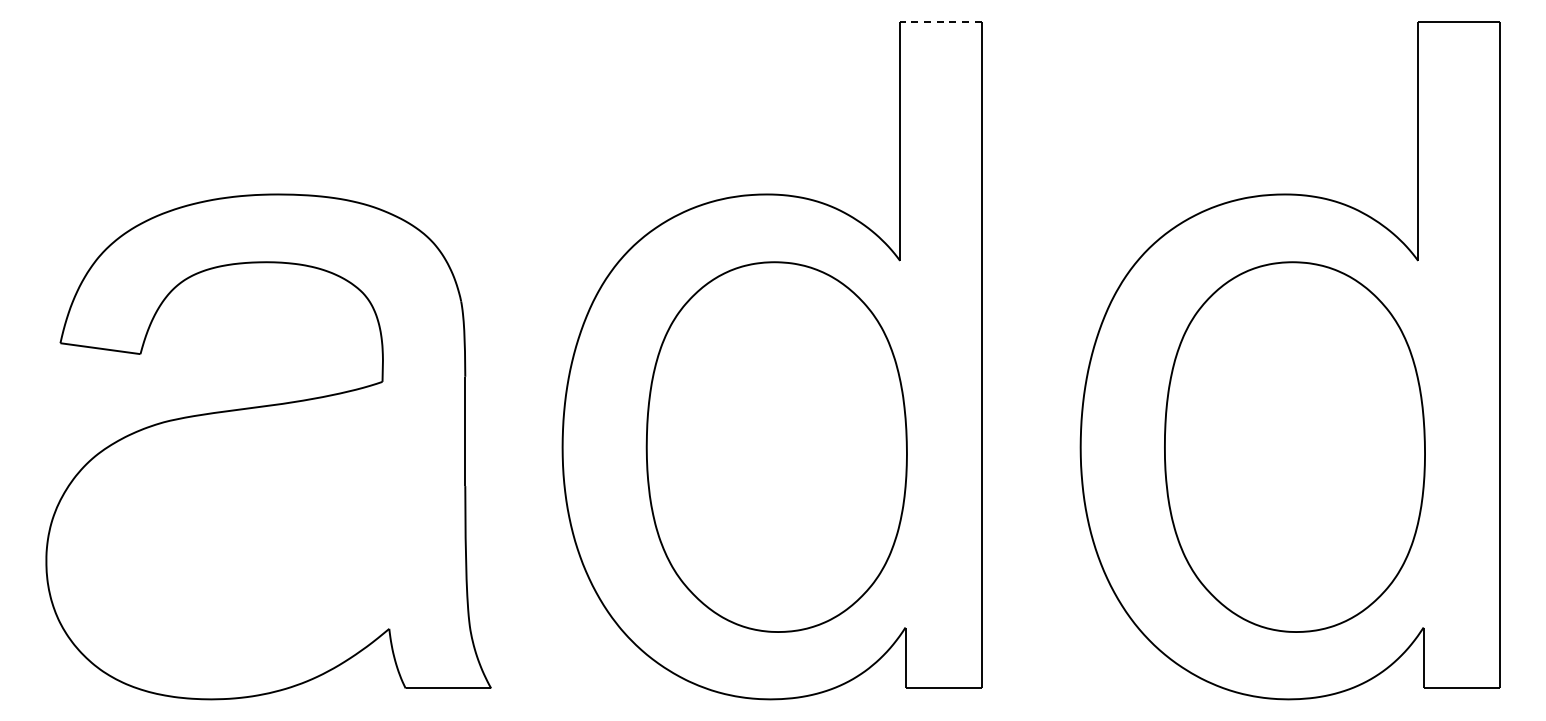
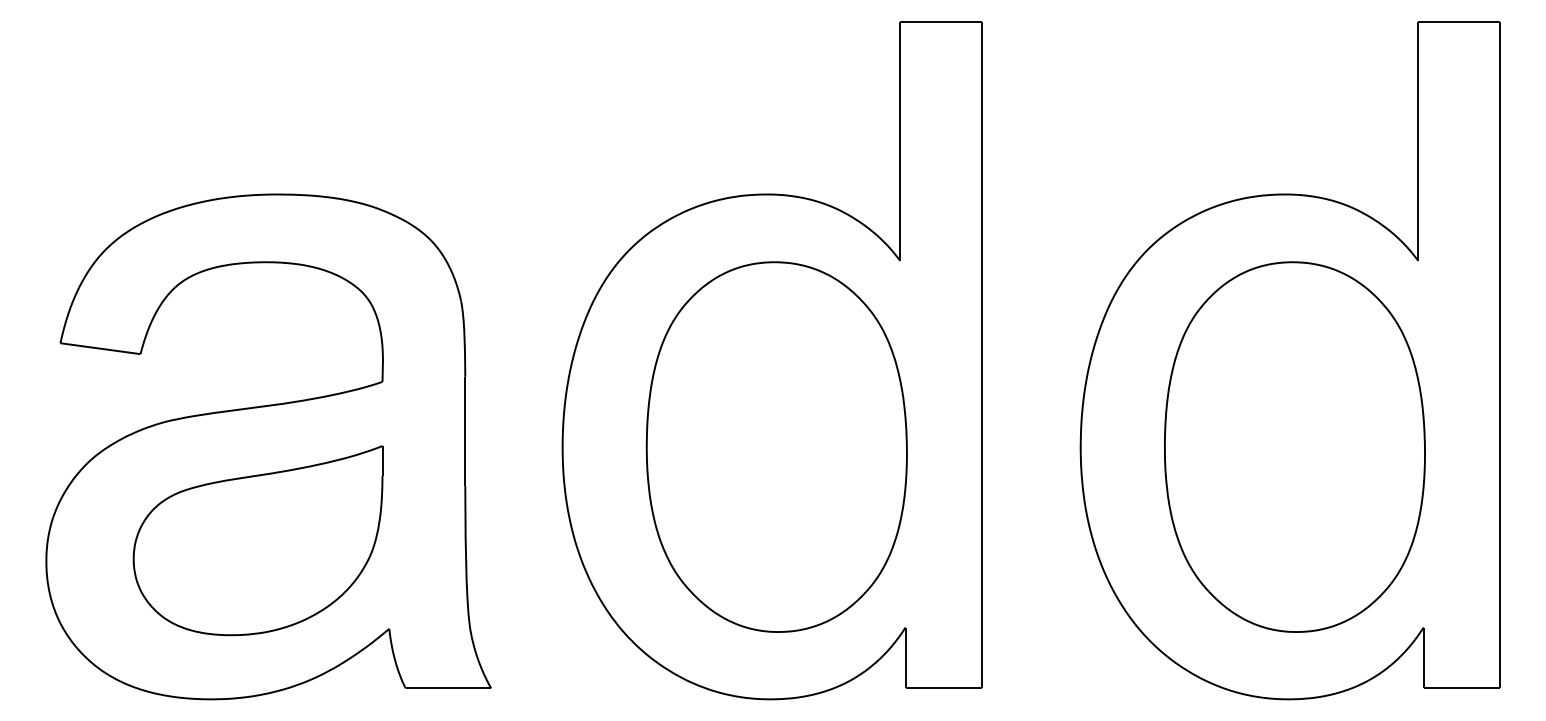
line at (940, 21): dashed -> solid
part at (257, 540): none -> present
